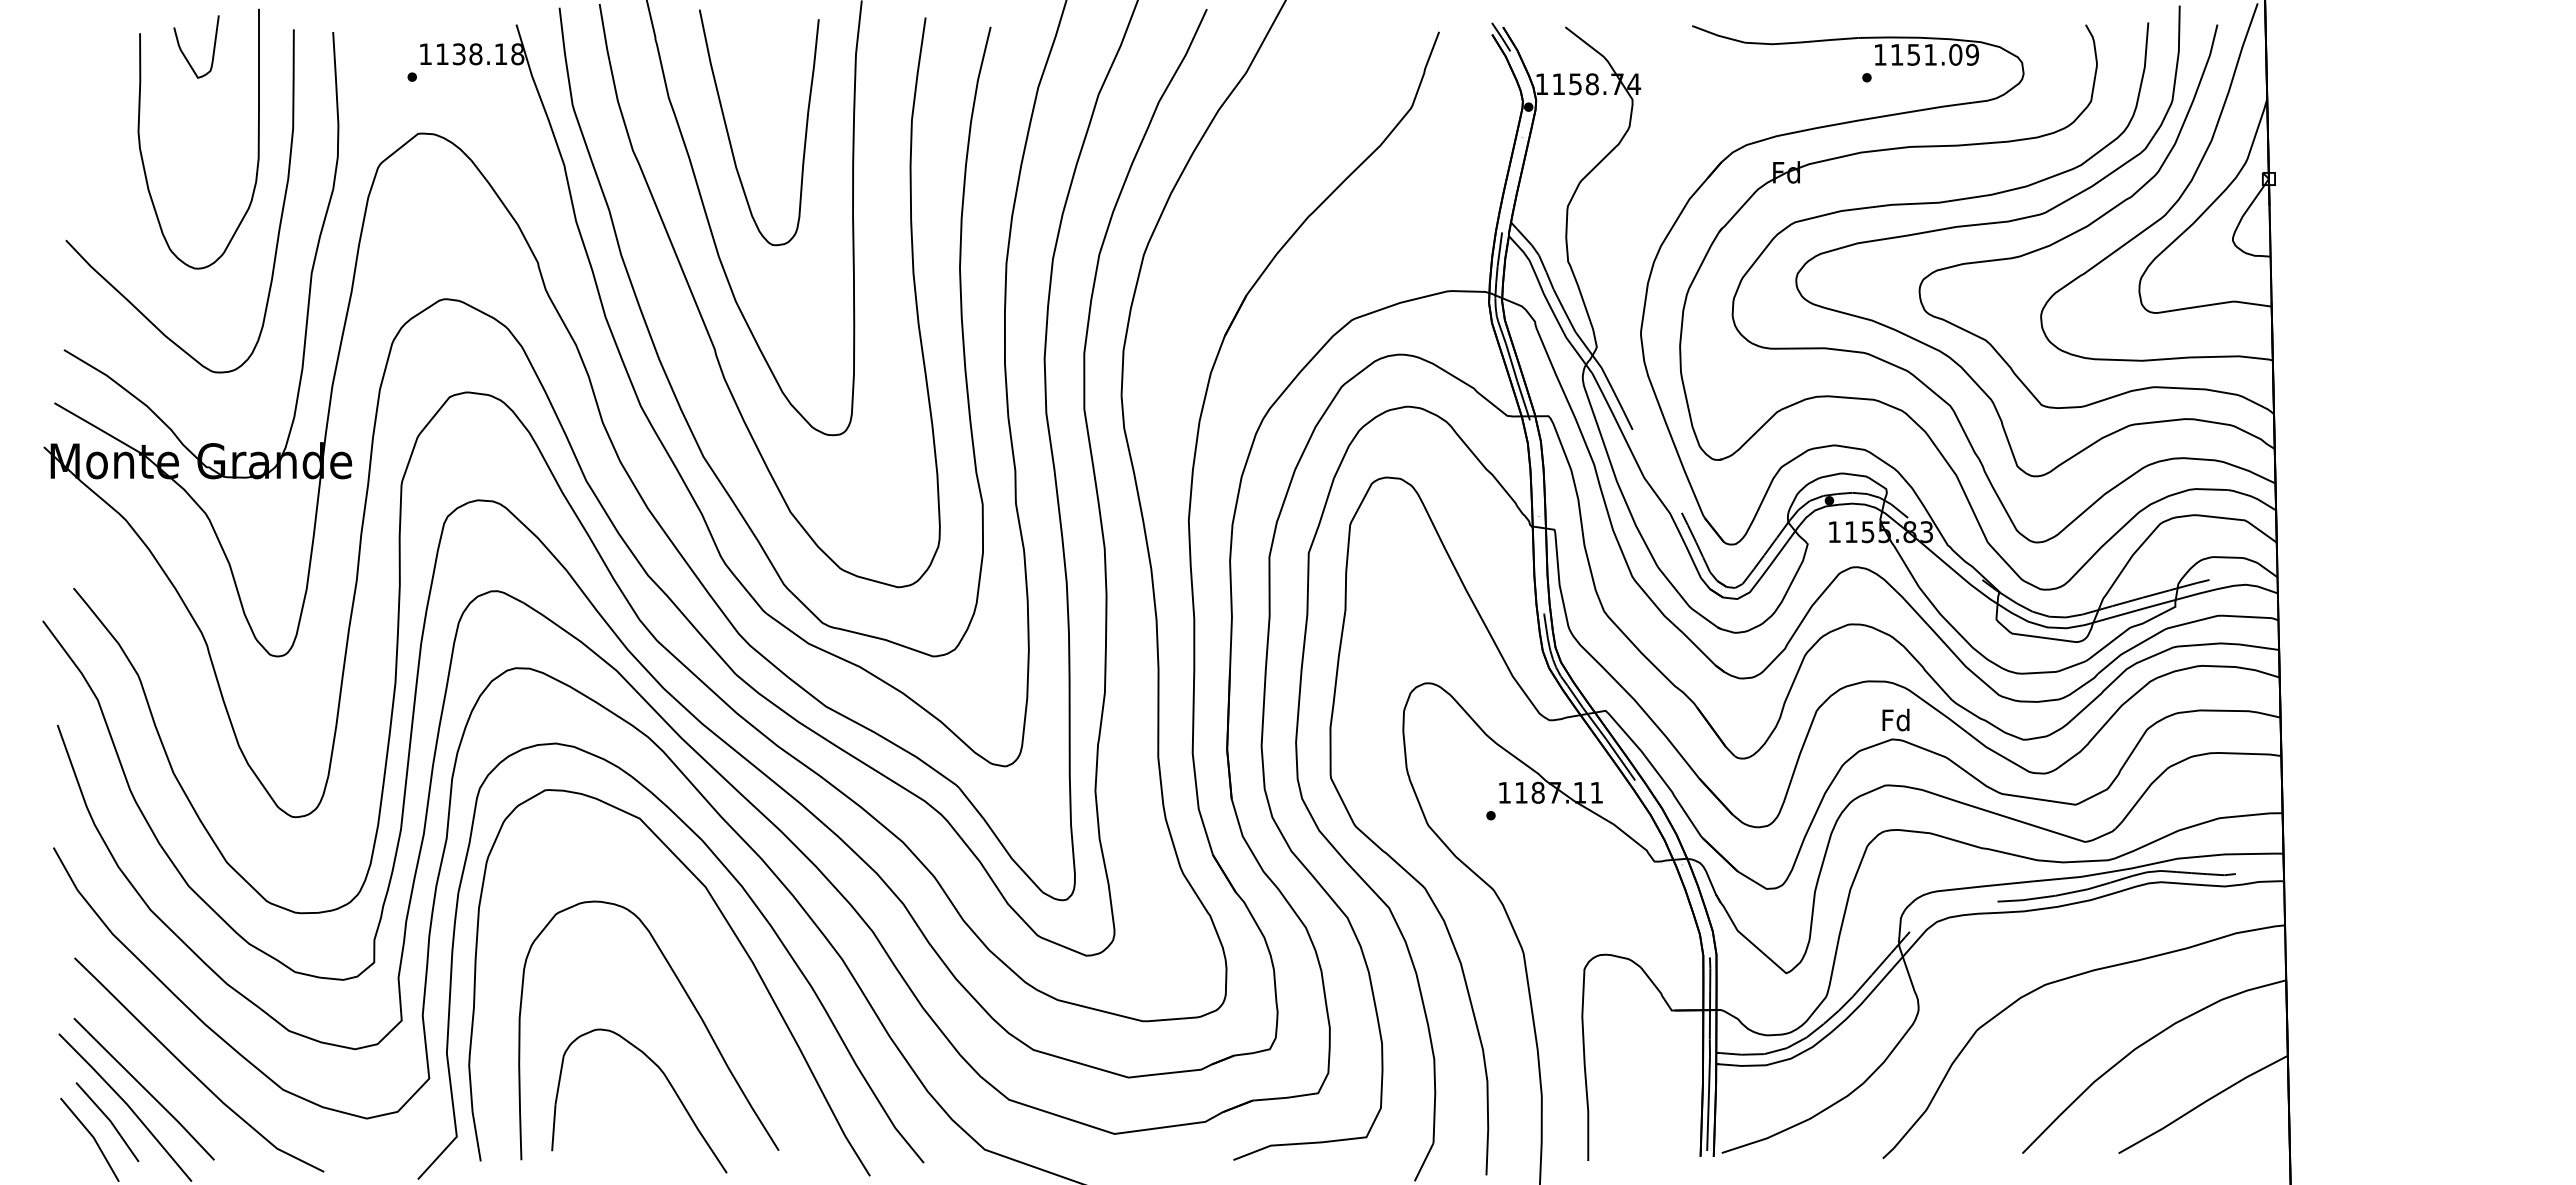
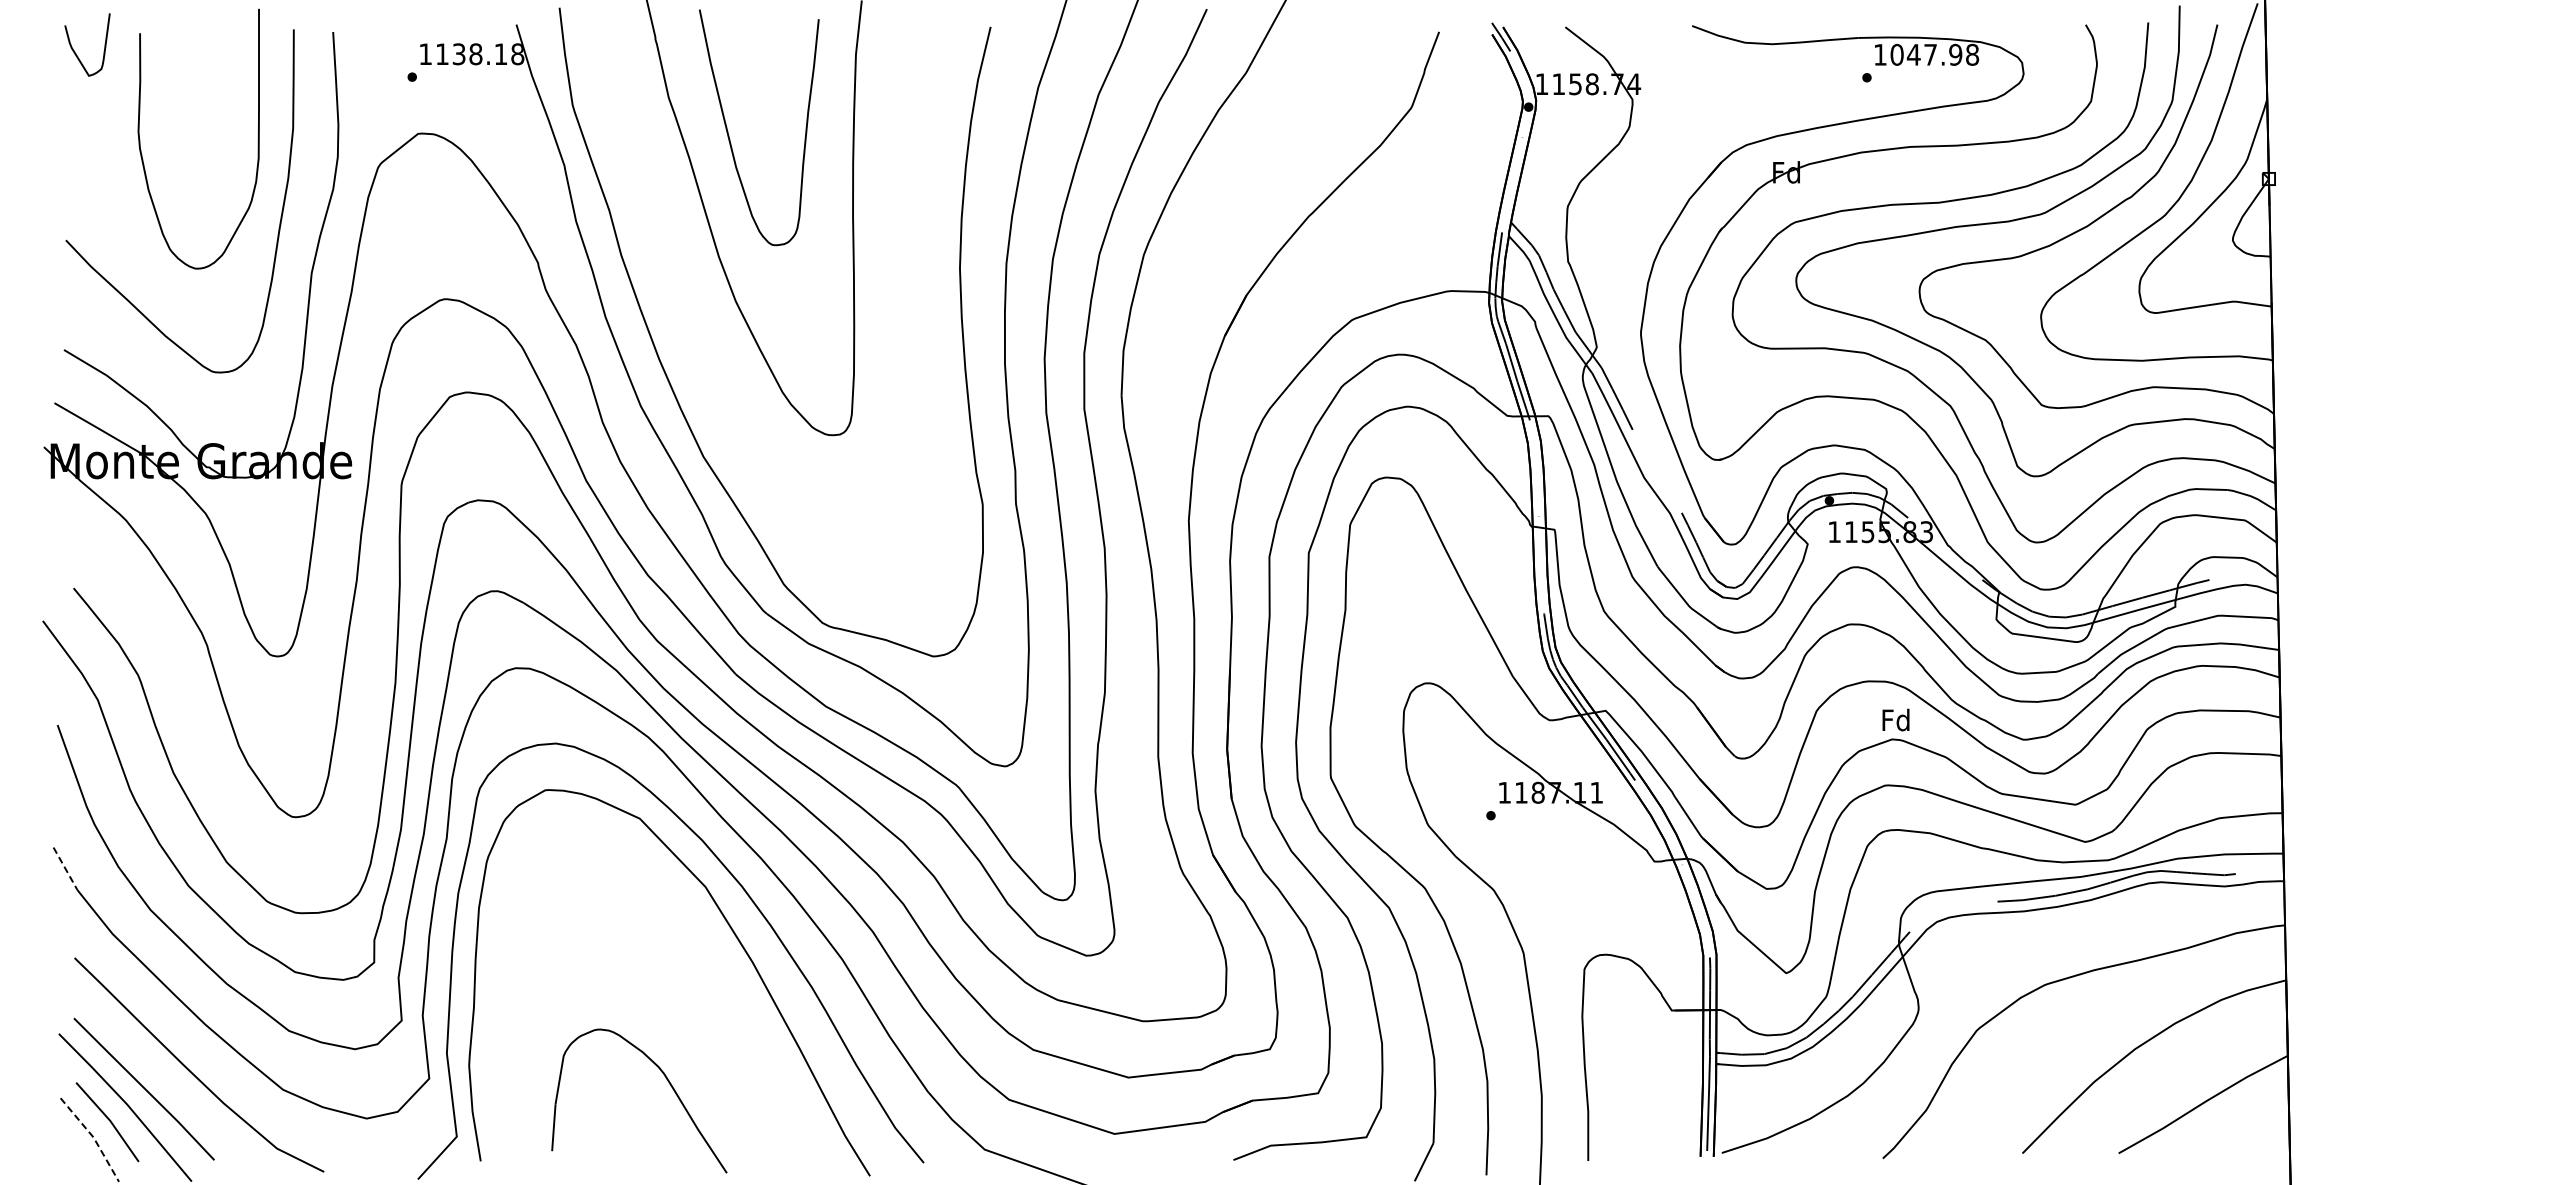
text at (1934, 54): 1151.09 -> 1047.98
curve at (185, 55) position: (185, 55) -> (76, 53)
curve at (705, 323): present -> none
line at (65, 869): solid -> dashed
curve at (690, 1002): present -> none
line at (93, 1137): solid -> dashed
